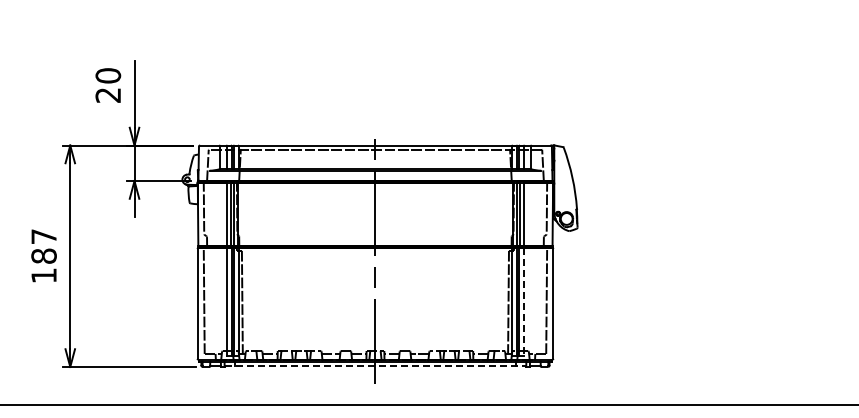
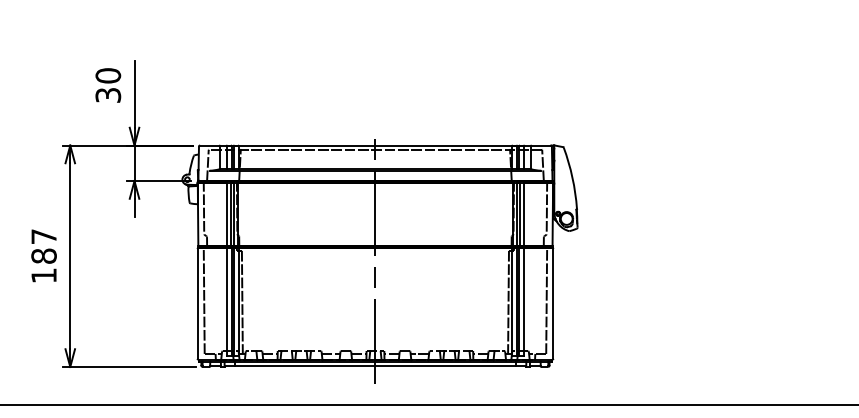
text at (108, 95): 20 -> 30
line at (524, 301): dashed -> solid
line at (375, 366): dashed -> solid
